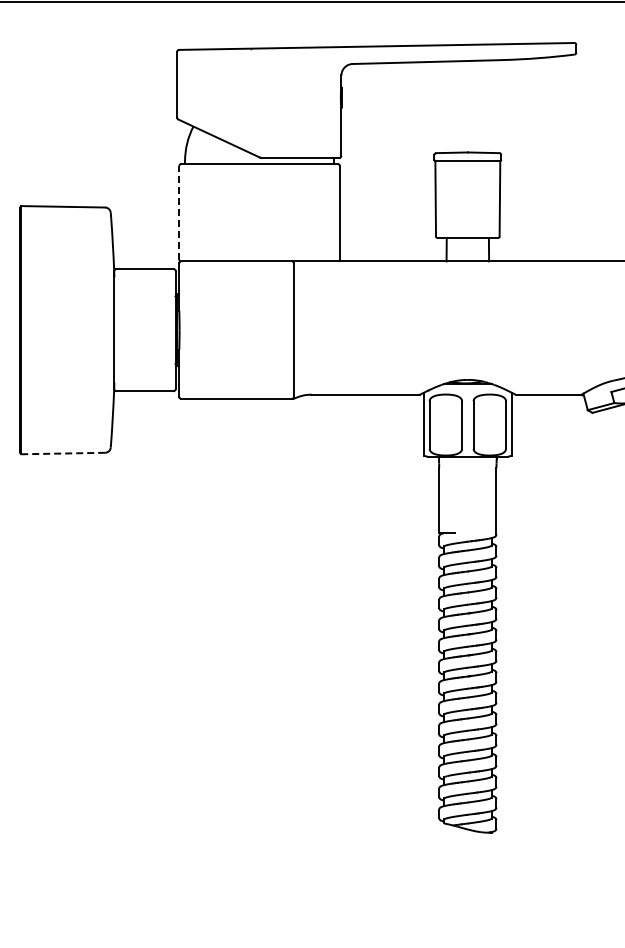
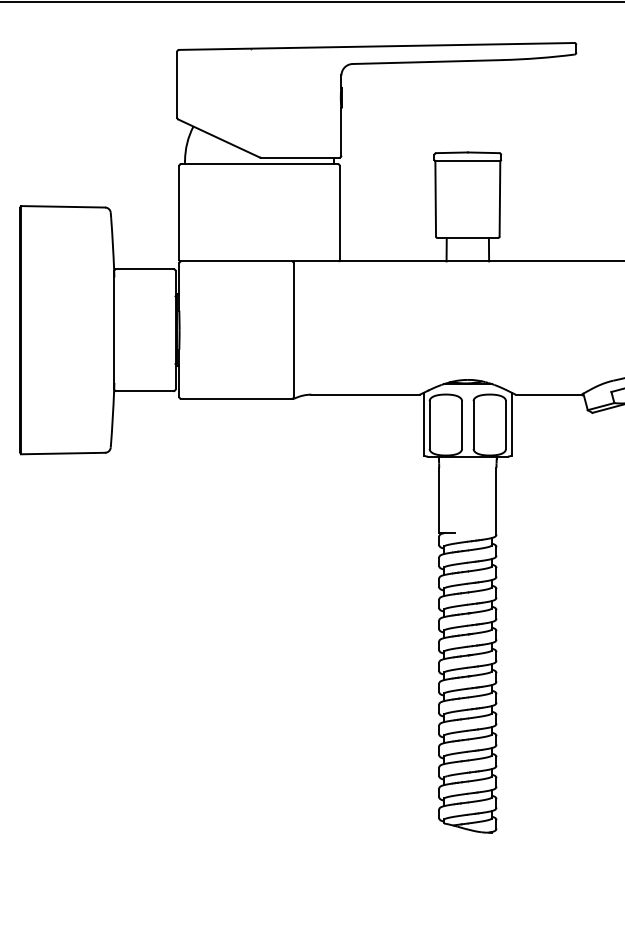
line at (179, 212): dashed -> solid
line at (62, 453): dashed -> solid
